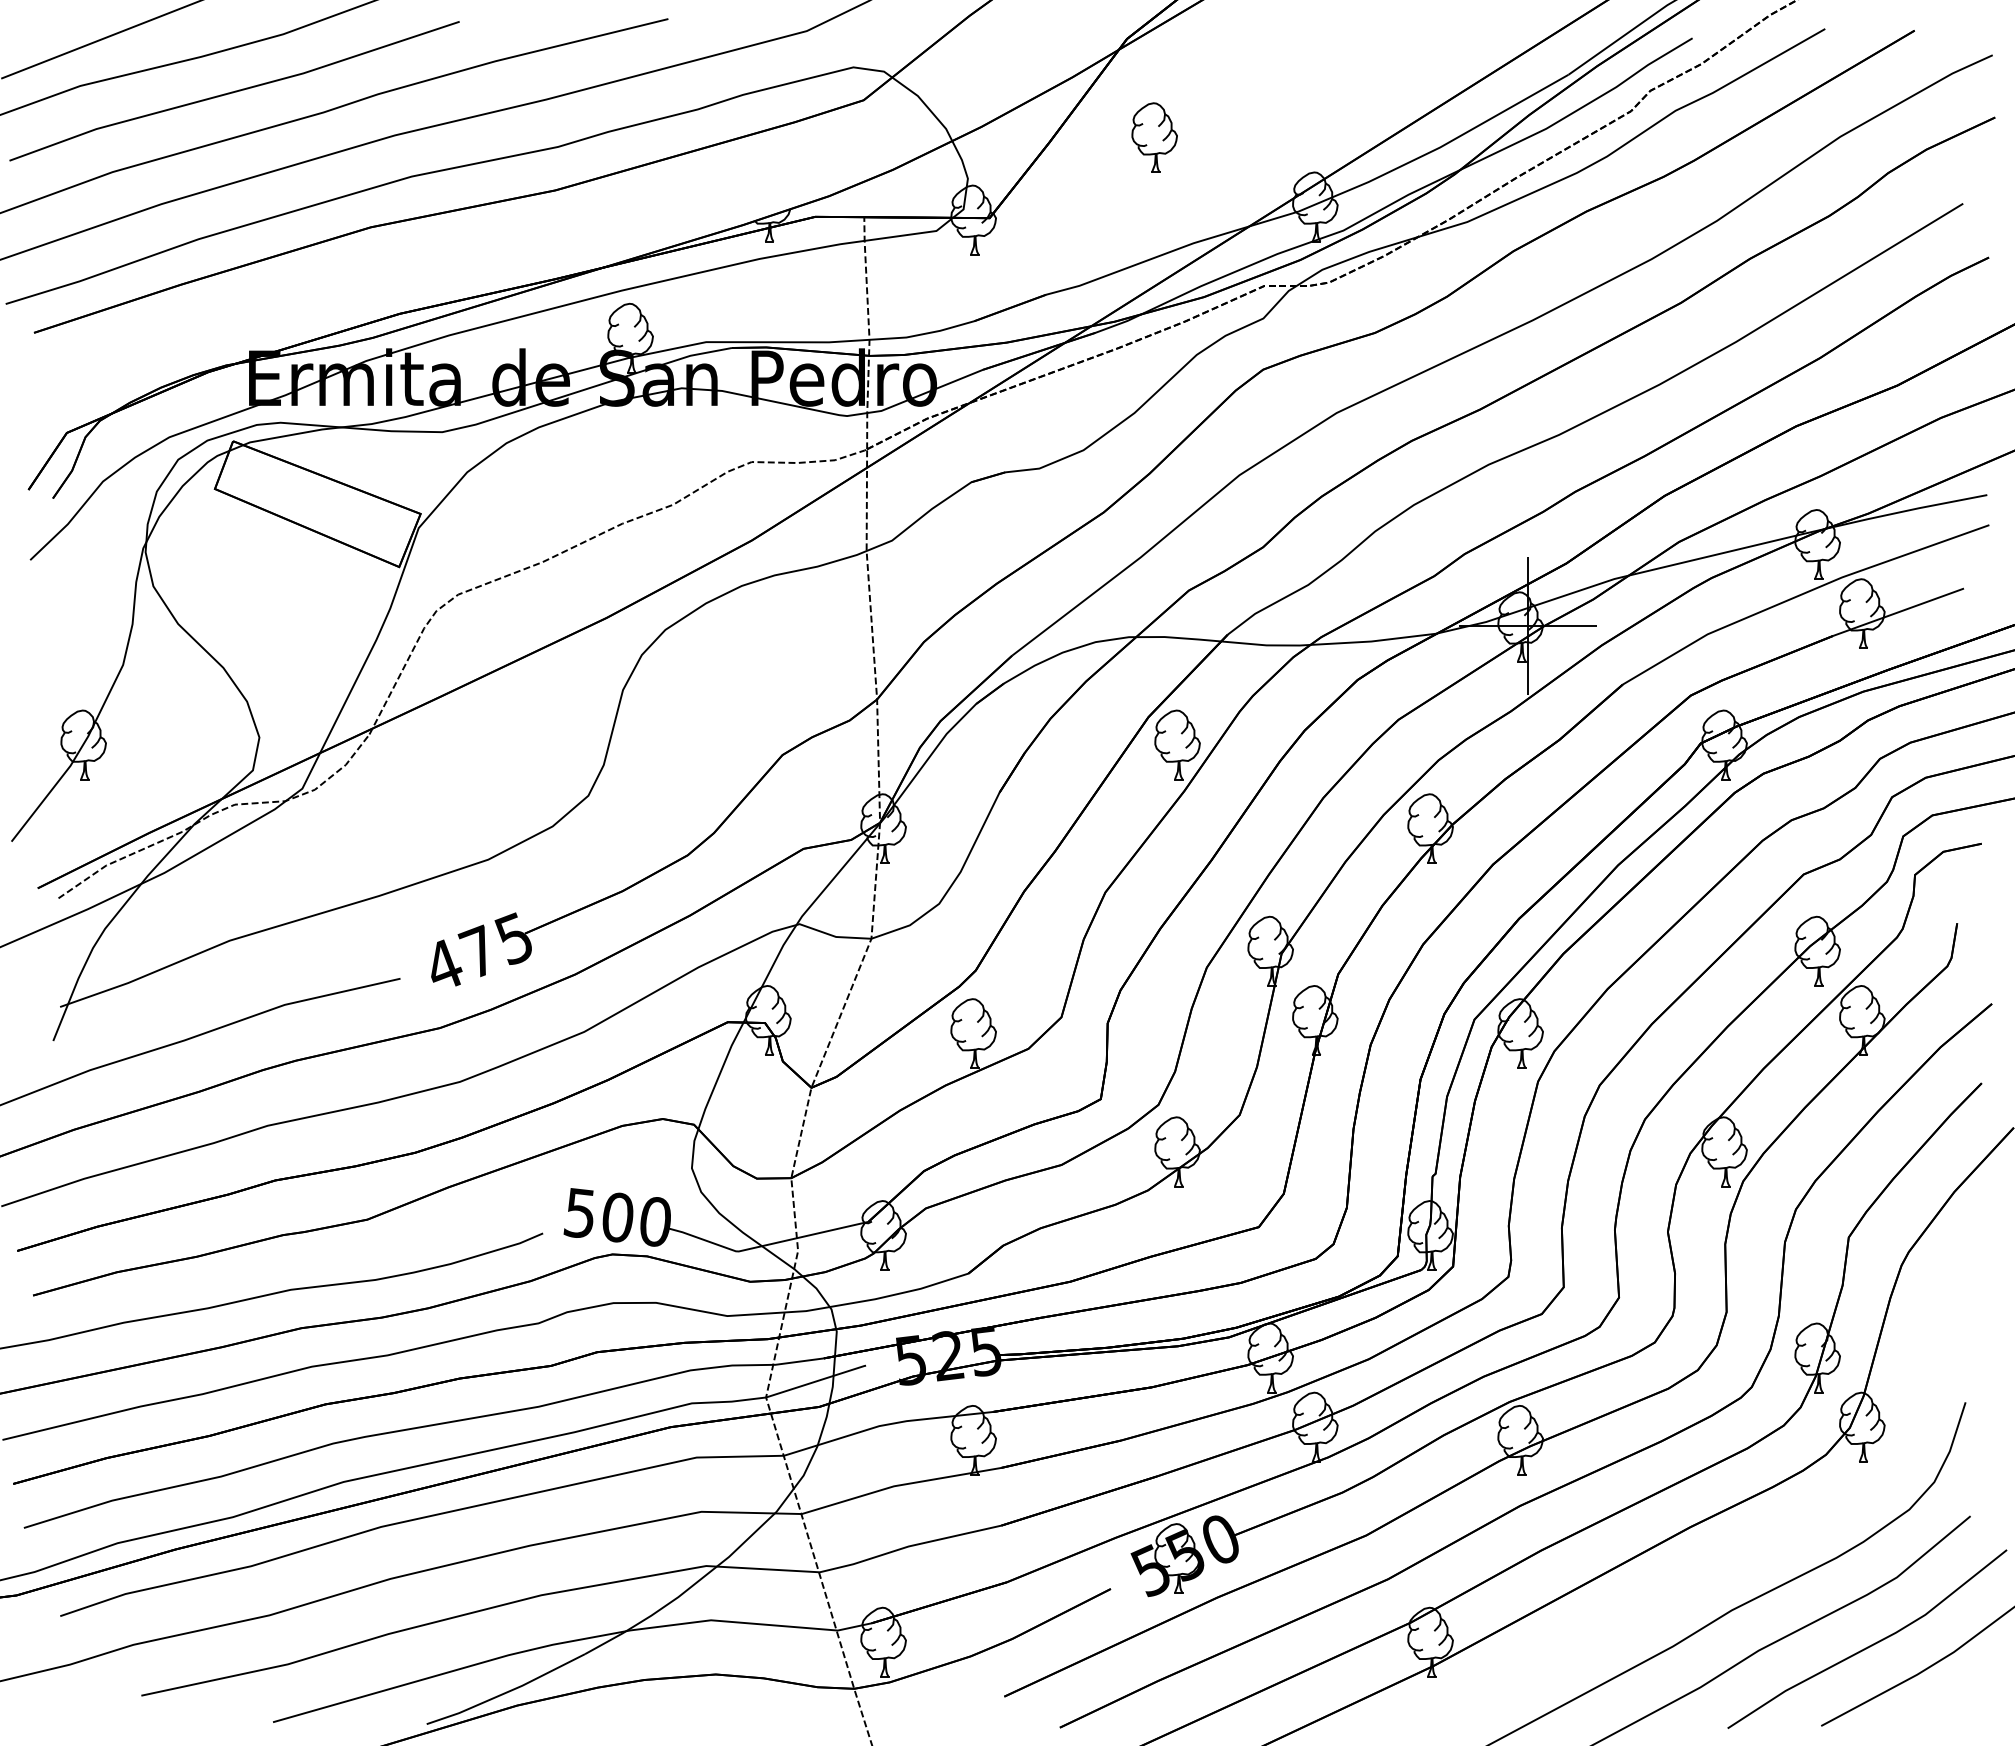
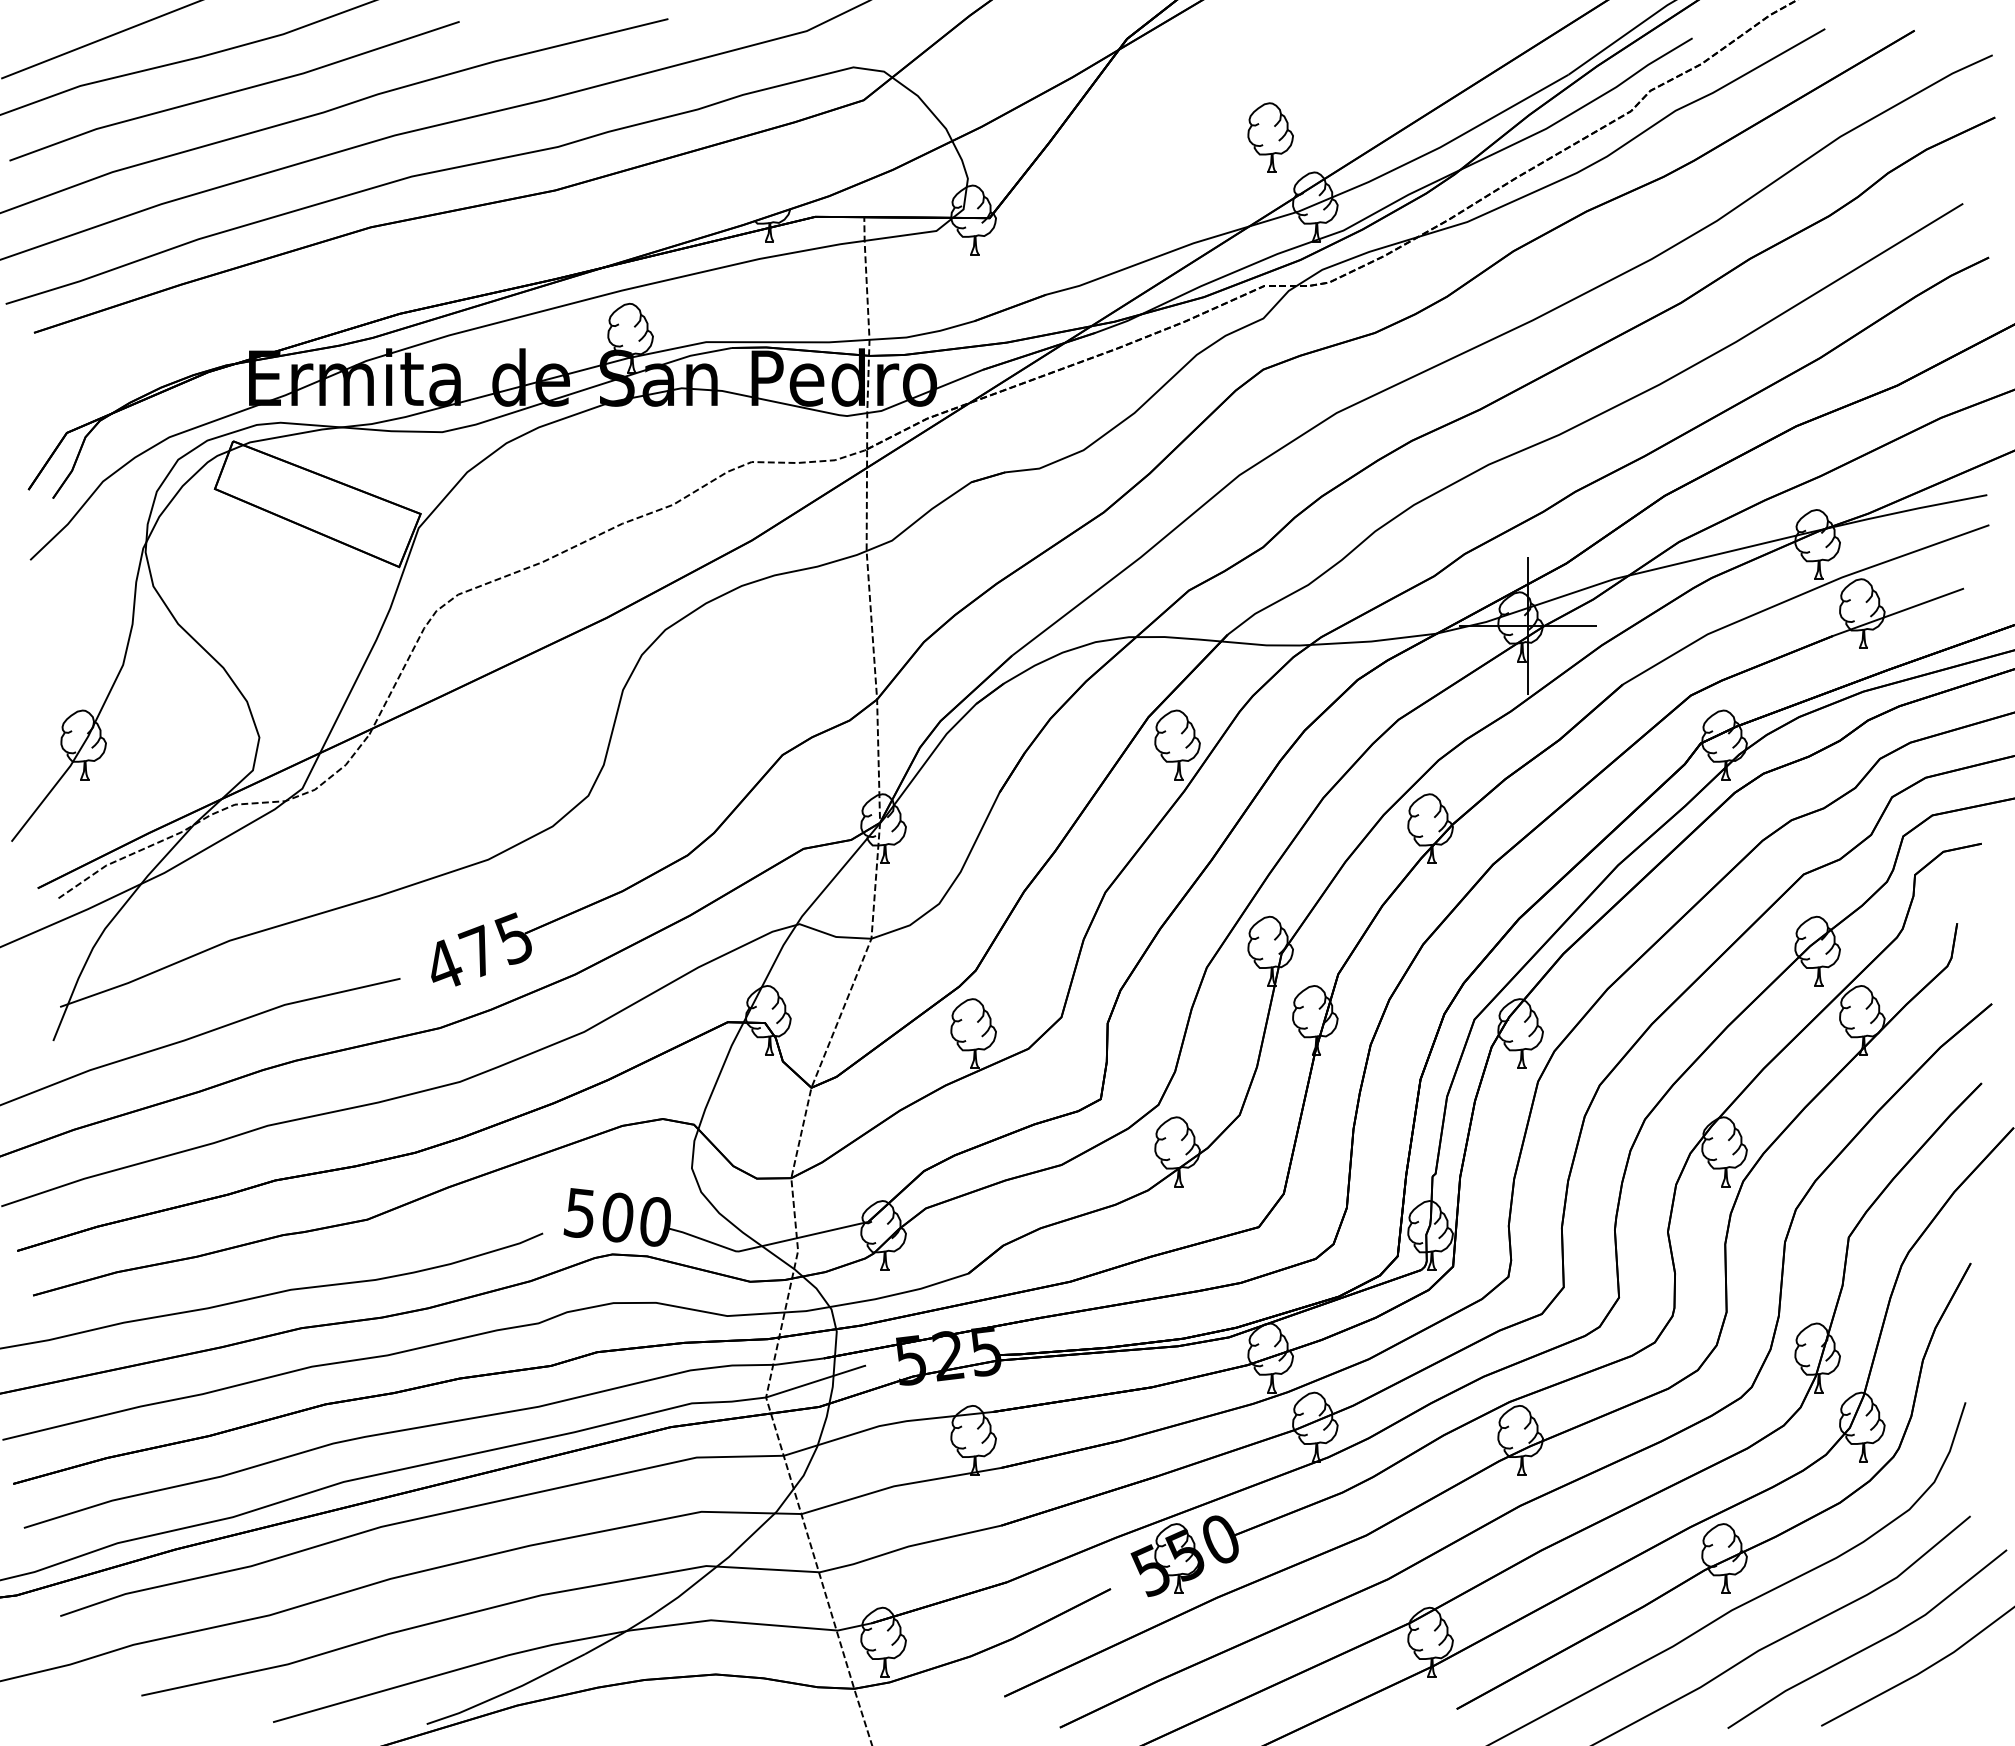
part at (1154, 137) position: (1154, 137) -> (1270, 137)
part at (1720, 1523): none -> present
